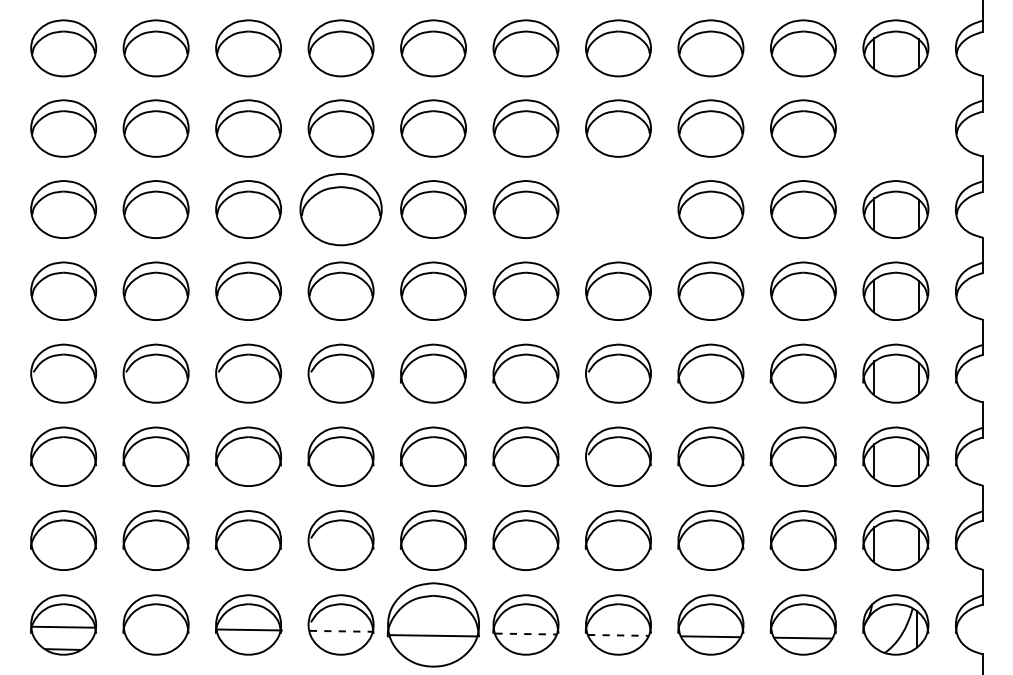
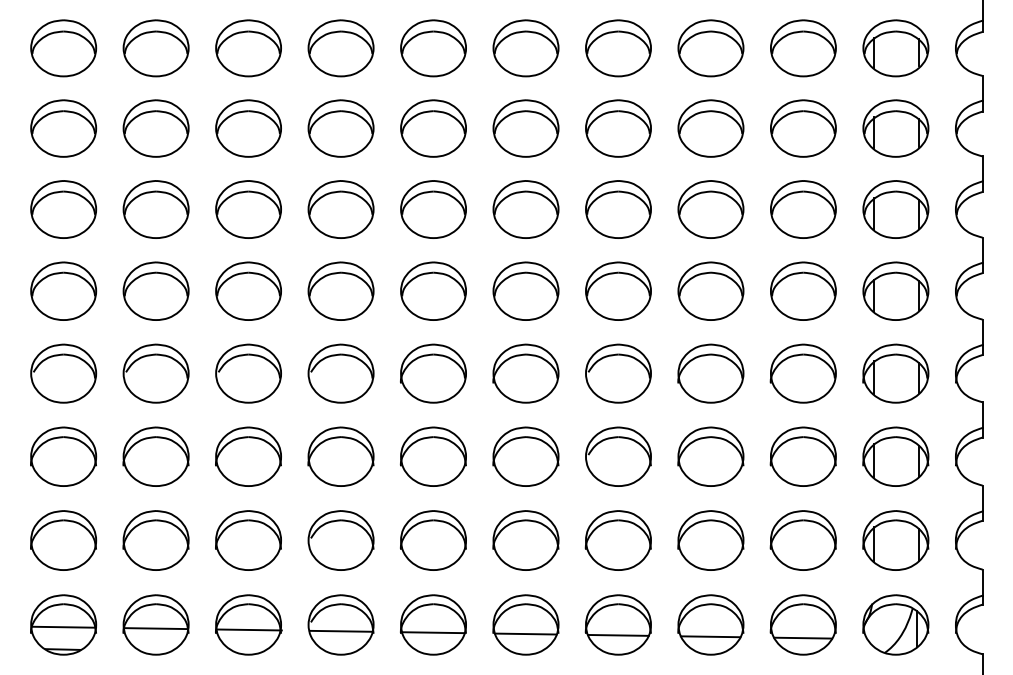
part at (895, 128): none -> present
part at (340, 209) size: 84x75 px -> 68x59 px
part at (618, 209): none -> present
part at (432, 624) size: 94x86 px -> 67x62 px
line at (155, 628): none -> present
line at (341, 631): dashed -> solid
line at (525, 634): dashed -> solid
line at (618, 635): dashed -> solid
